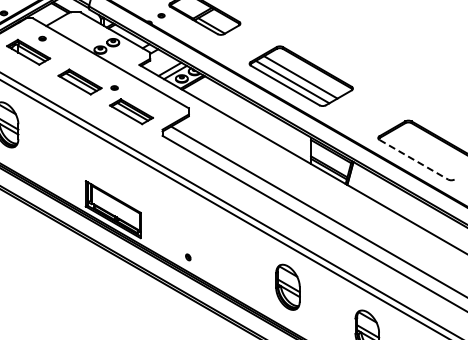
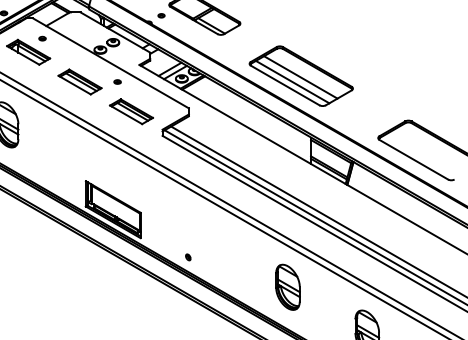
part at (114, 87) position: (114, 87) -> (117, 81)
line at (413, 159): dashed -> solid
line at (314, 216): none -> present
